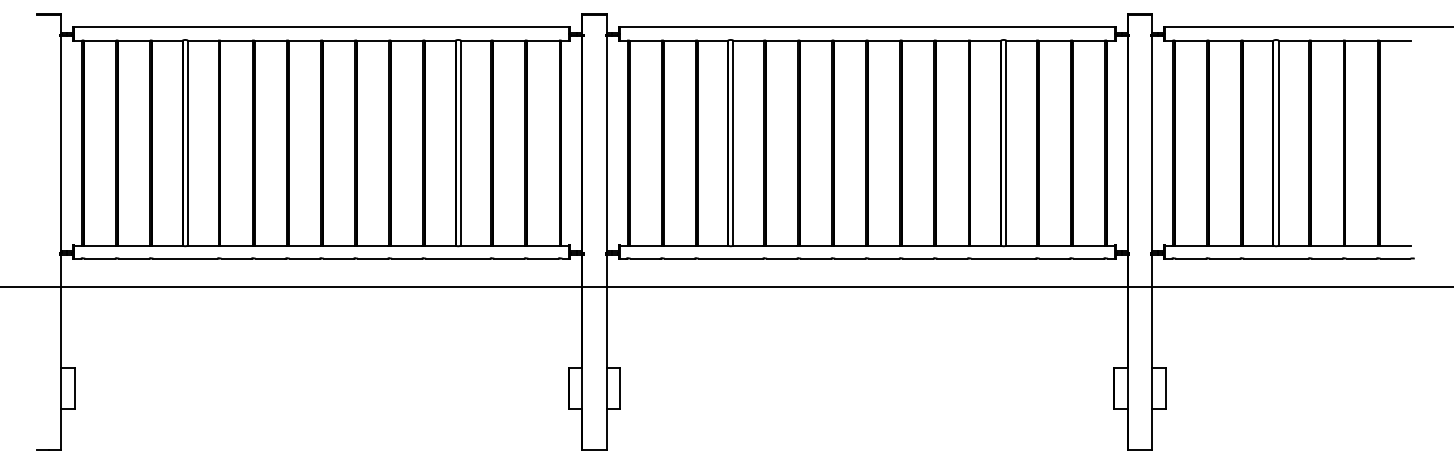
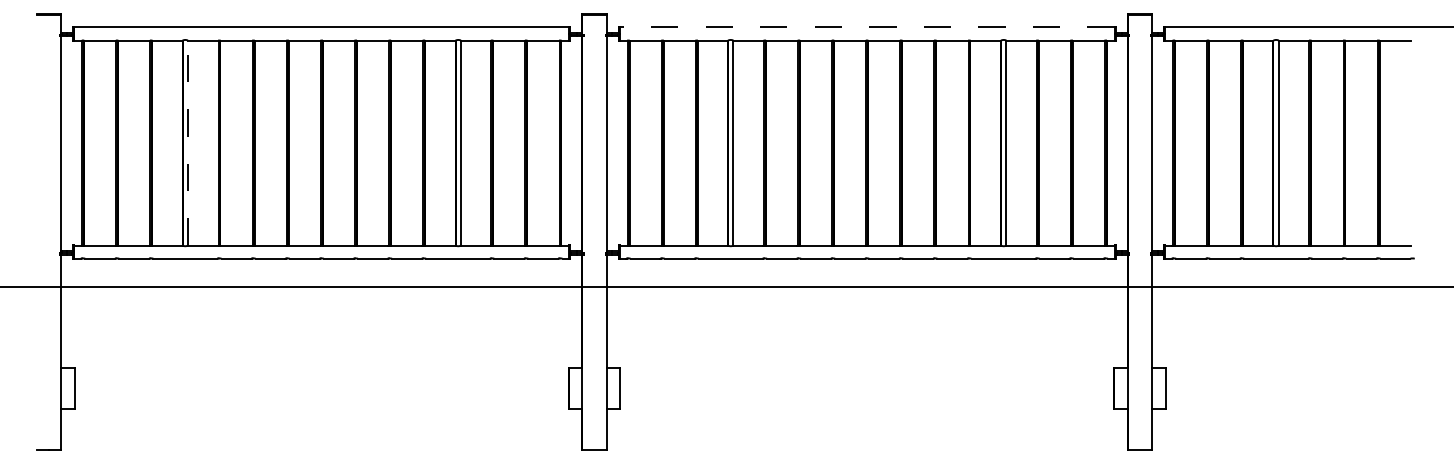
line at (866, 27): solid -> dashed
line at (188, 142): solid -> dashed
